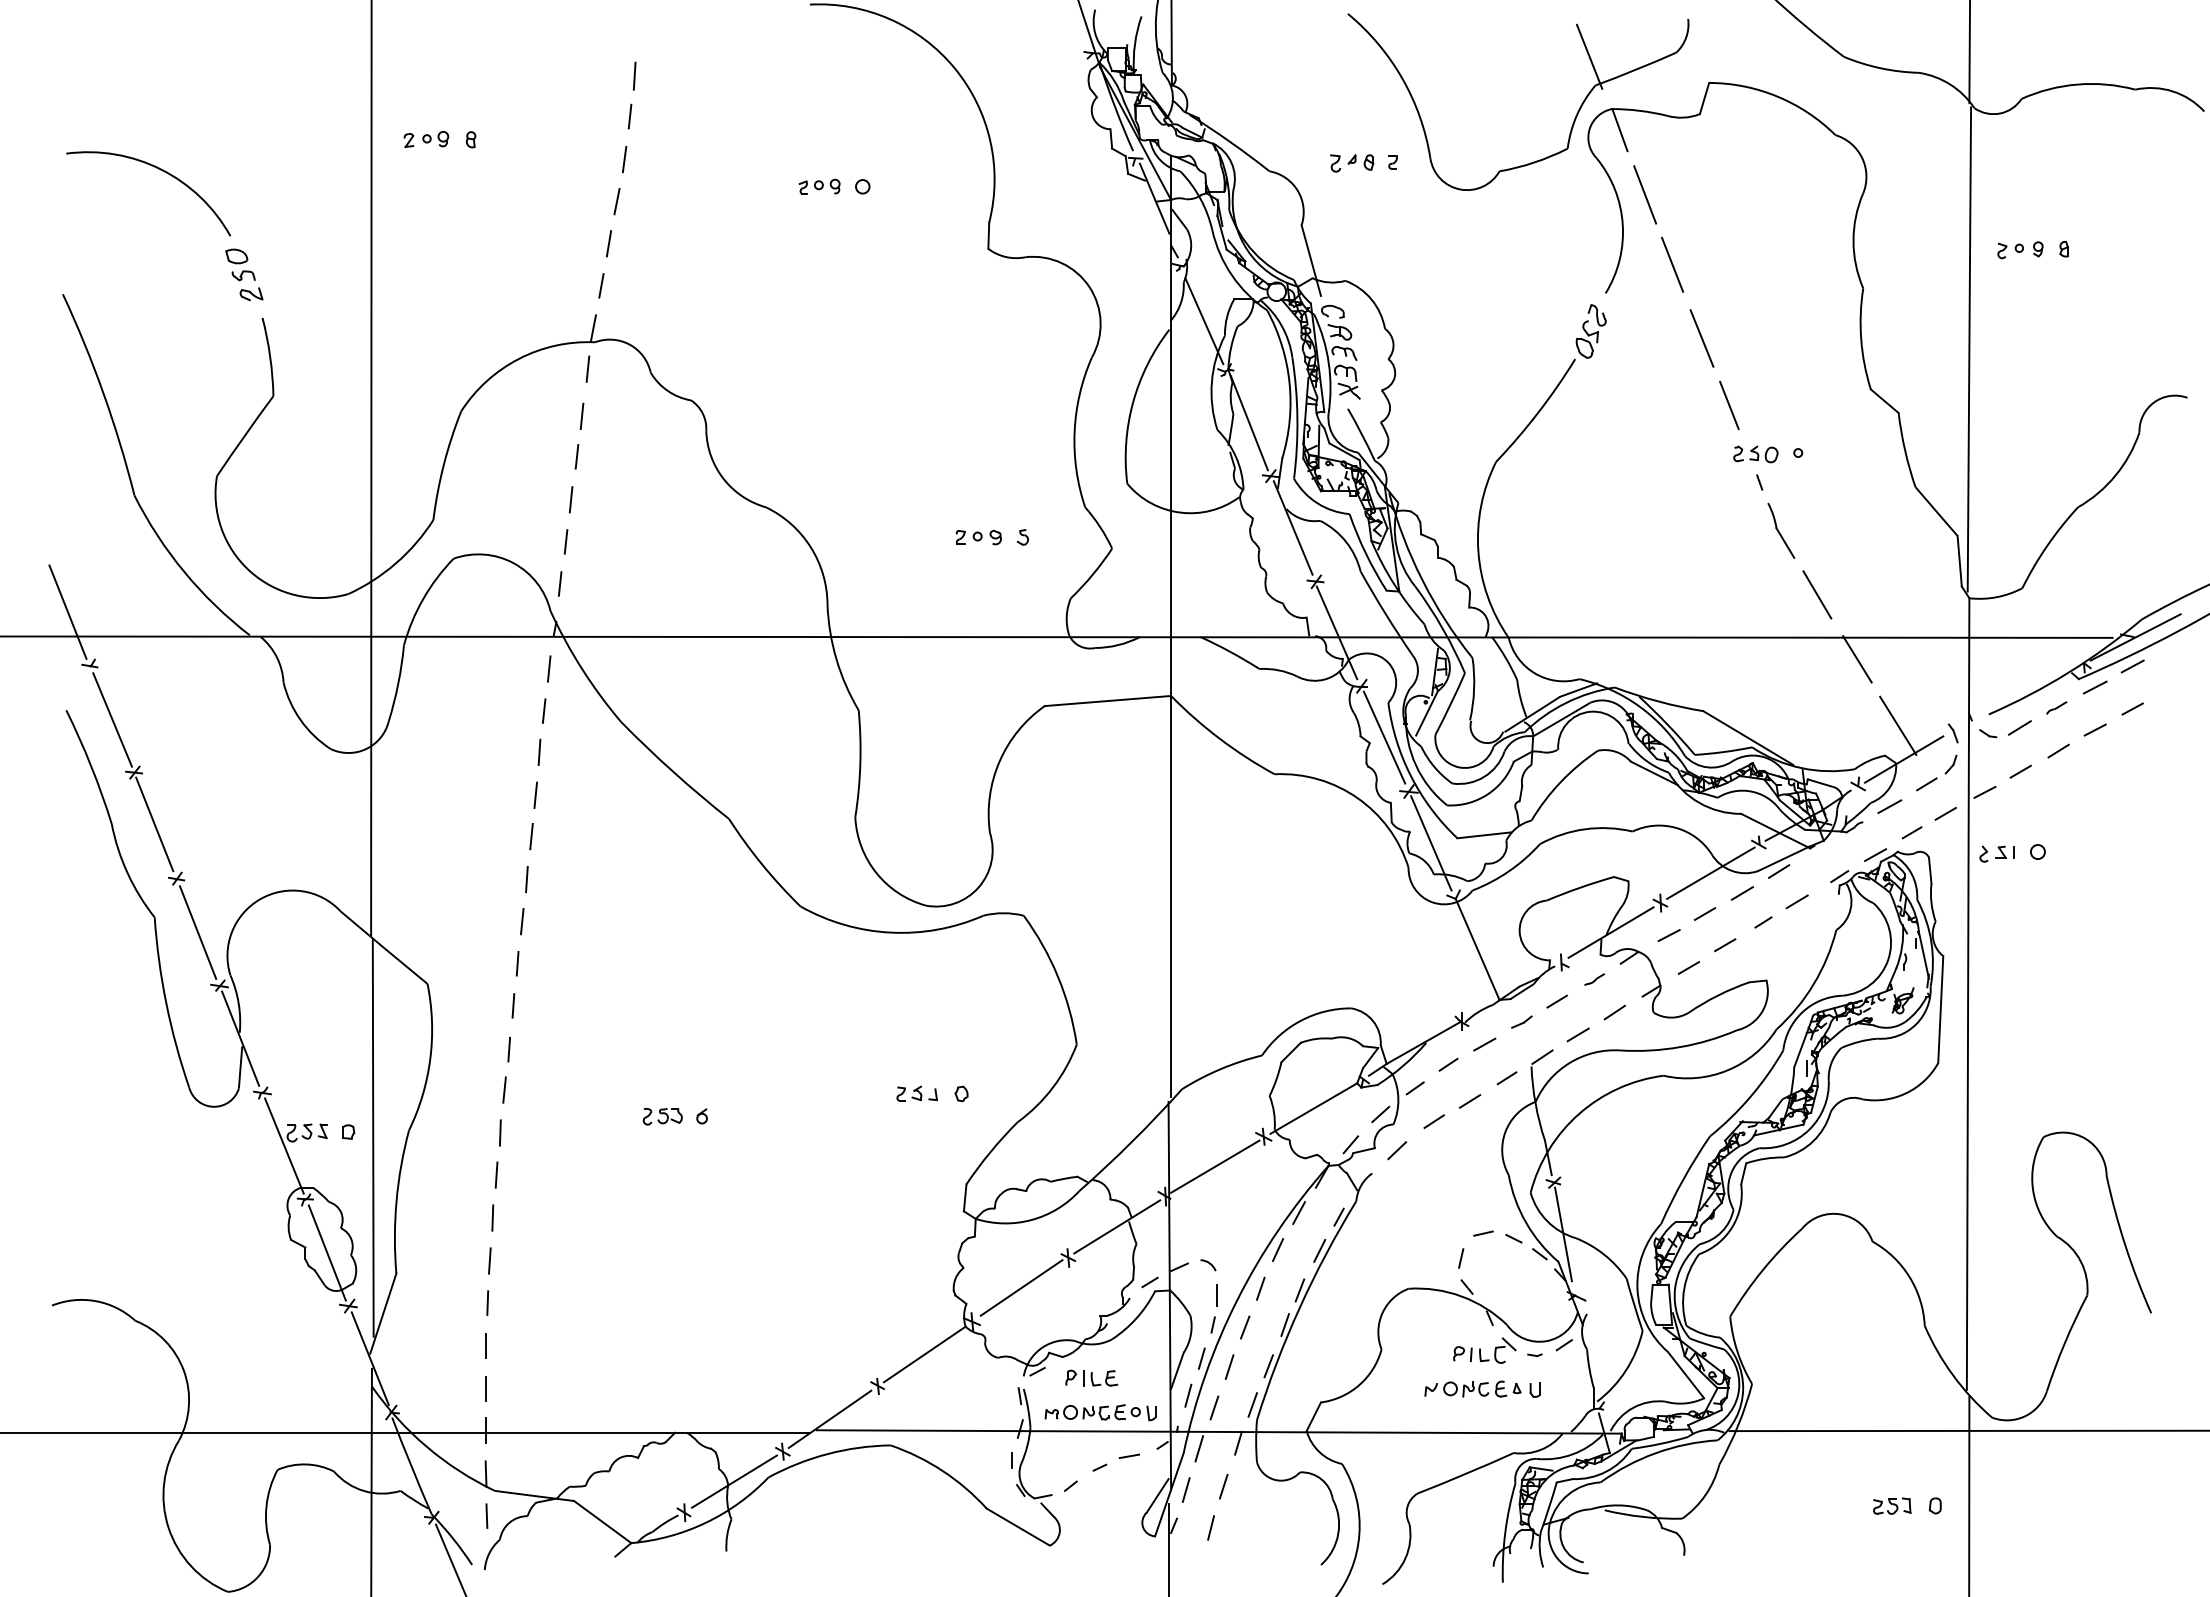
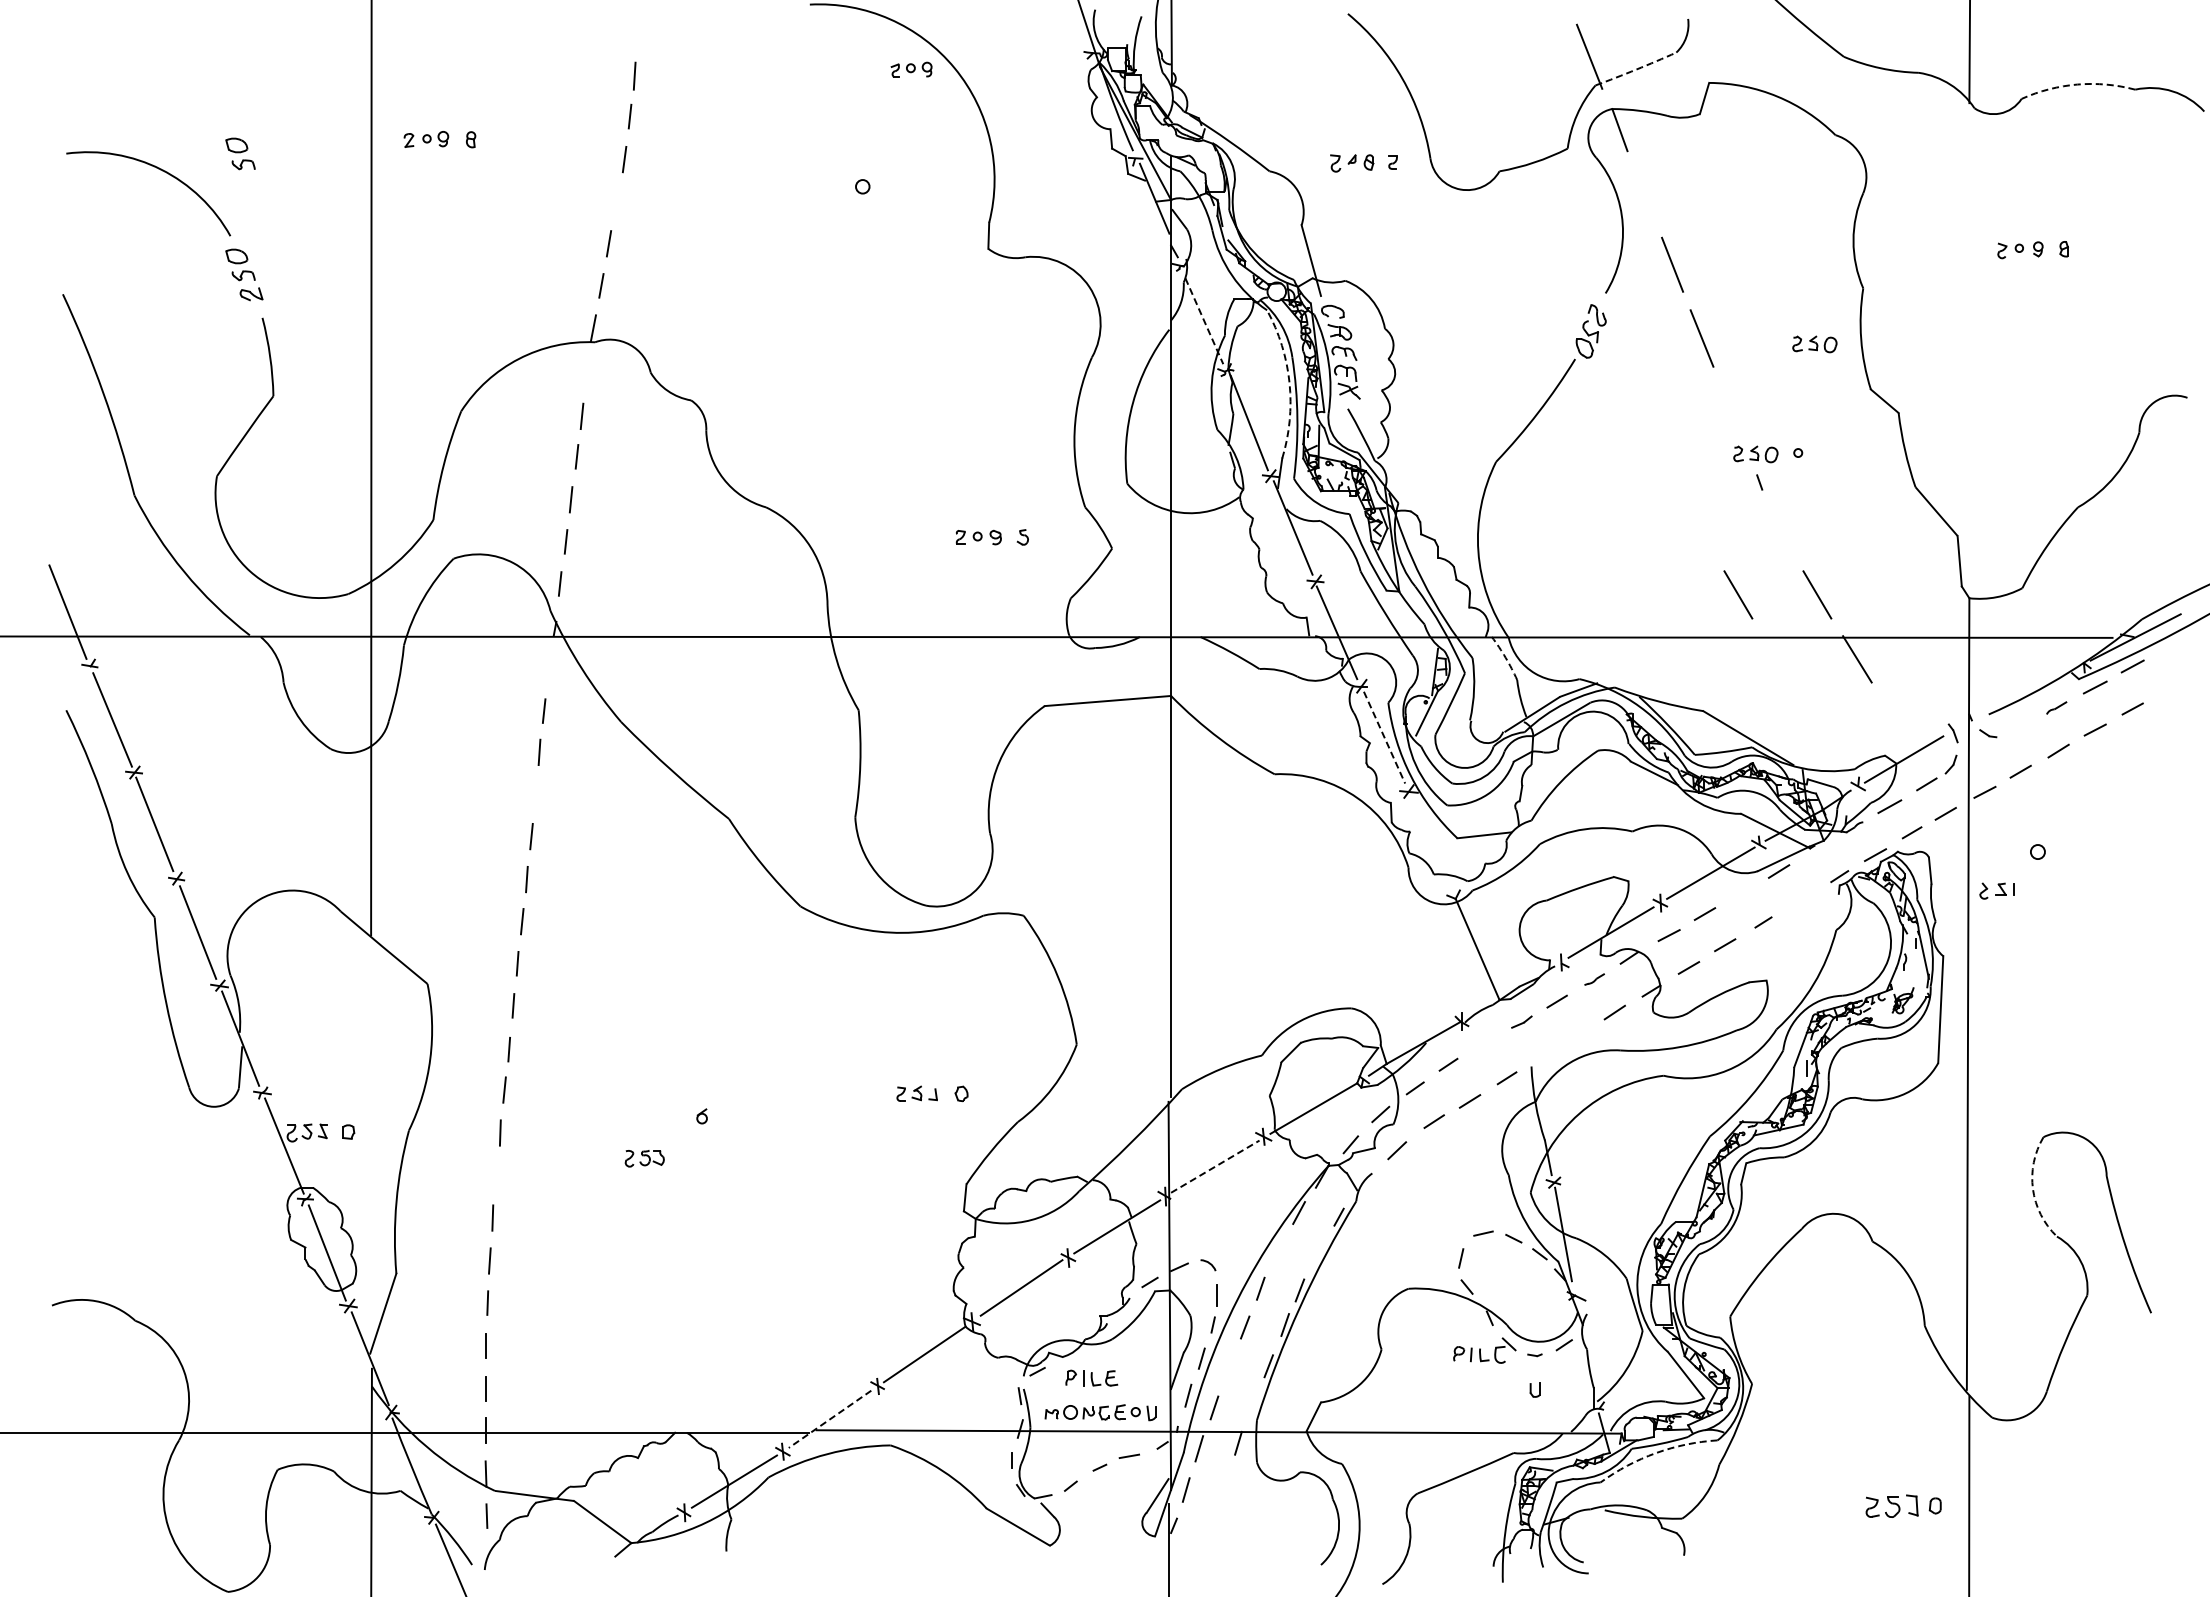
arc at (1636, 69): solid -> dashed
arc at (2077, 84): solid -> dashed
part at (240, 153): none -> present
part at (819, 186) position: (819, 186) -> (911, 69)
line at (1645, 194): present -> none
line at (616, 201): present -> none
line at (1204, 321): solid -> dashed
part at (1814, 344): none -> present
line at (1969, 349): present -> none
line at (587, 368): present -> none
arc at (1289, 382): solid -> dashed
line at (1729, 404): present -> none
part at (1781, 530): present -> none
line at (1738, 594): none -> present
arc at (1505, 657): solid -> dashed
line at (549, 668): present -> none
line at (1898, 725): present -> none
line at (2019, 727): present -> none
line at (1384, 738): solid -> dashed
line at (535, 794): present -> none
line at (1431, 843): present -> none
part at (1996, 853) position: (1996, 853) -> (1996, 890)
line at (1741, 893): present -> none
line at (1796, 901): present -> none
line at (1577, 1034): present -> none
line at (1484, 1044): present -> none
line at (1542, 1056): present -> none
part at (662, 1116) position: (662, 1116) -> (644, 1158)
line at (372, 1137): present -> none
line at (1215, 1166): solid -> dashed
line at (496, 1174): present -> none
arc at (2032, 1189): solid -> dashed
line at (1277, 1250): present -> none
line at (1319, 1250): present -> none
line at (1229, 1366): present -> none
part at (1472, 1388): present -> none
line at (1252, 1404): present -> none
line at (829, 1419): solid -> dashed
line at (1967, 1430): present -> none
arc at (1656, 1453): solid -> dashed
line at (1223, 1486): present -> none
part at (1892, 1505) size: 39x18 px -> 54x24 px
line at (1211, 1527): present -> none
